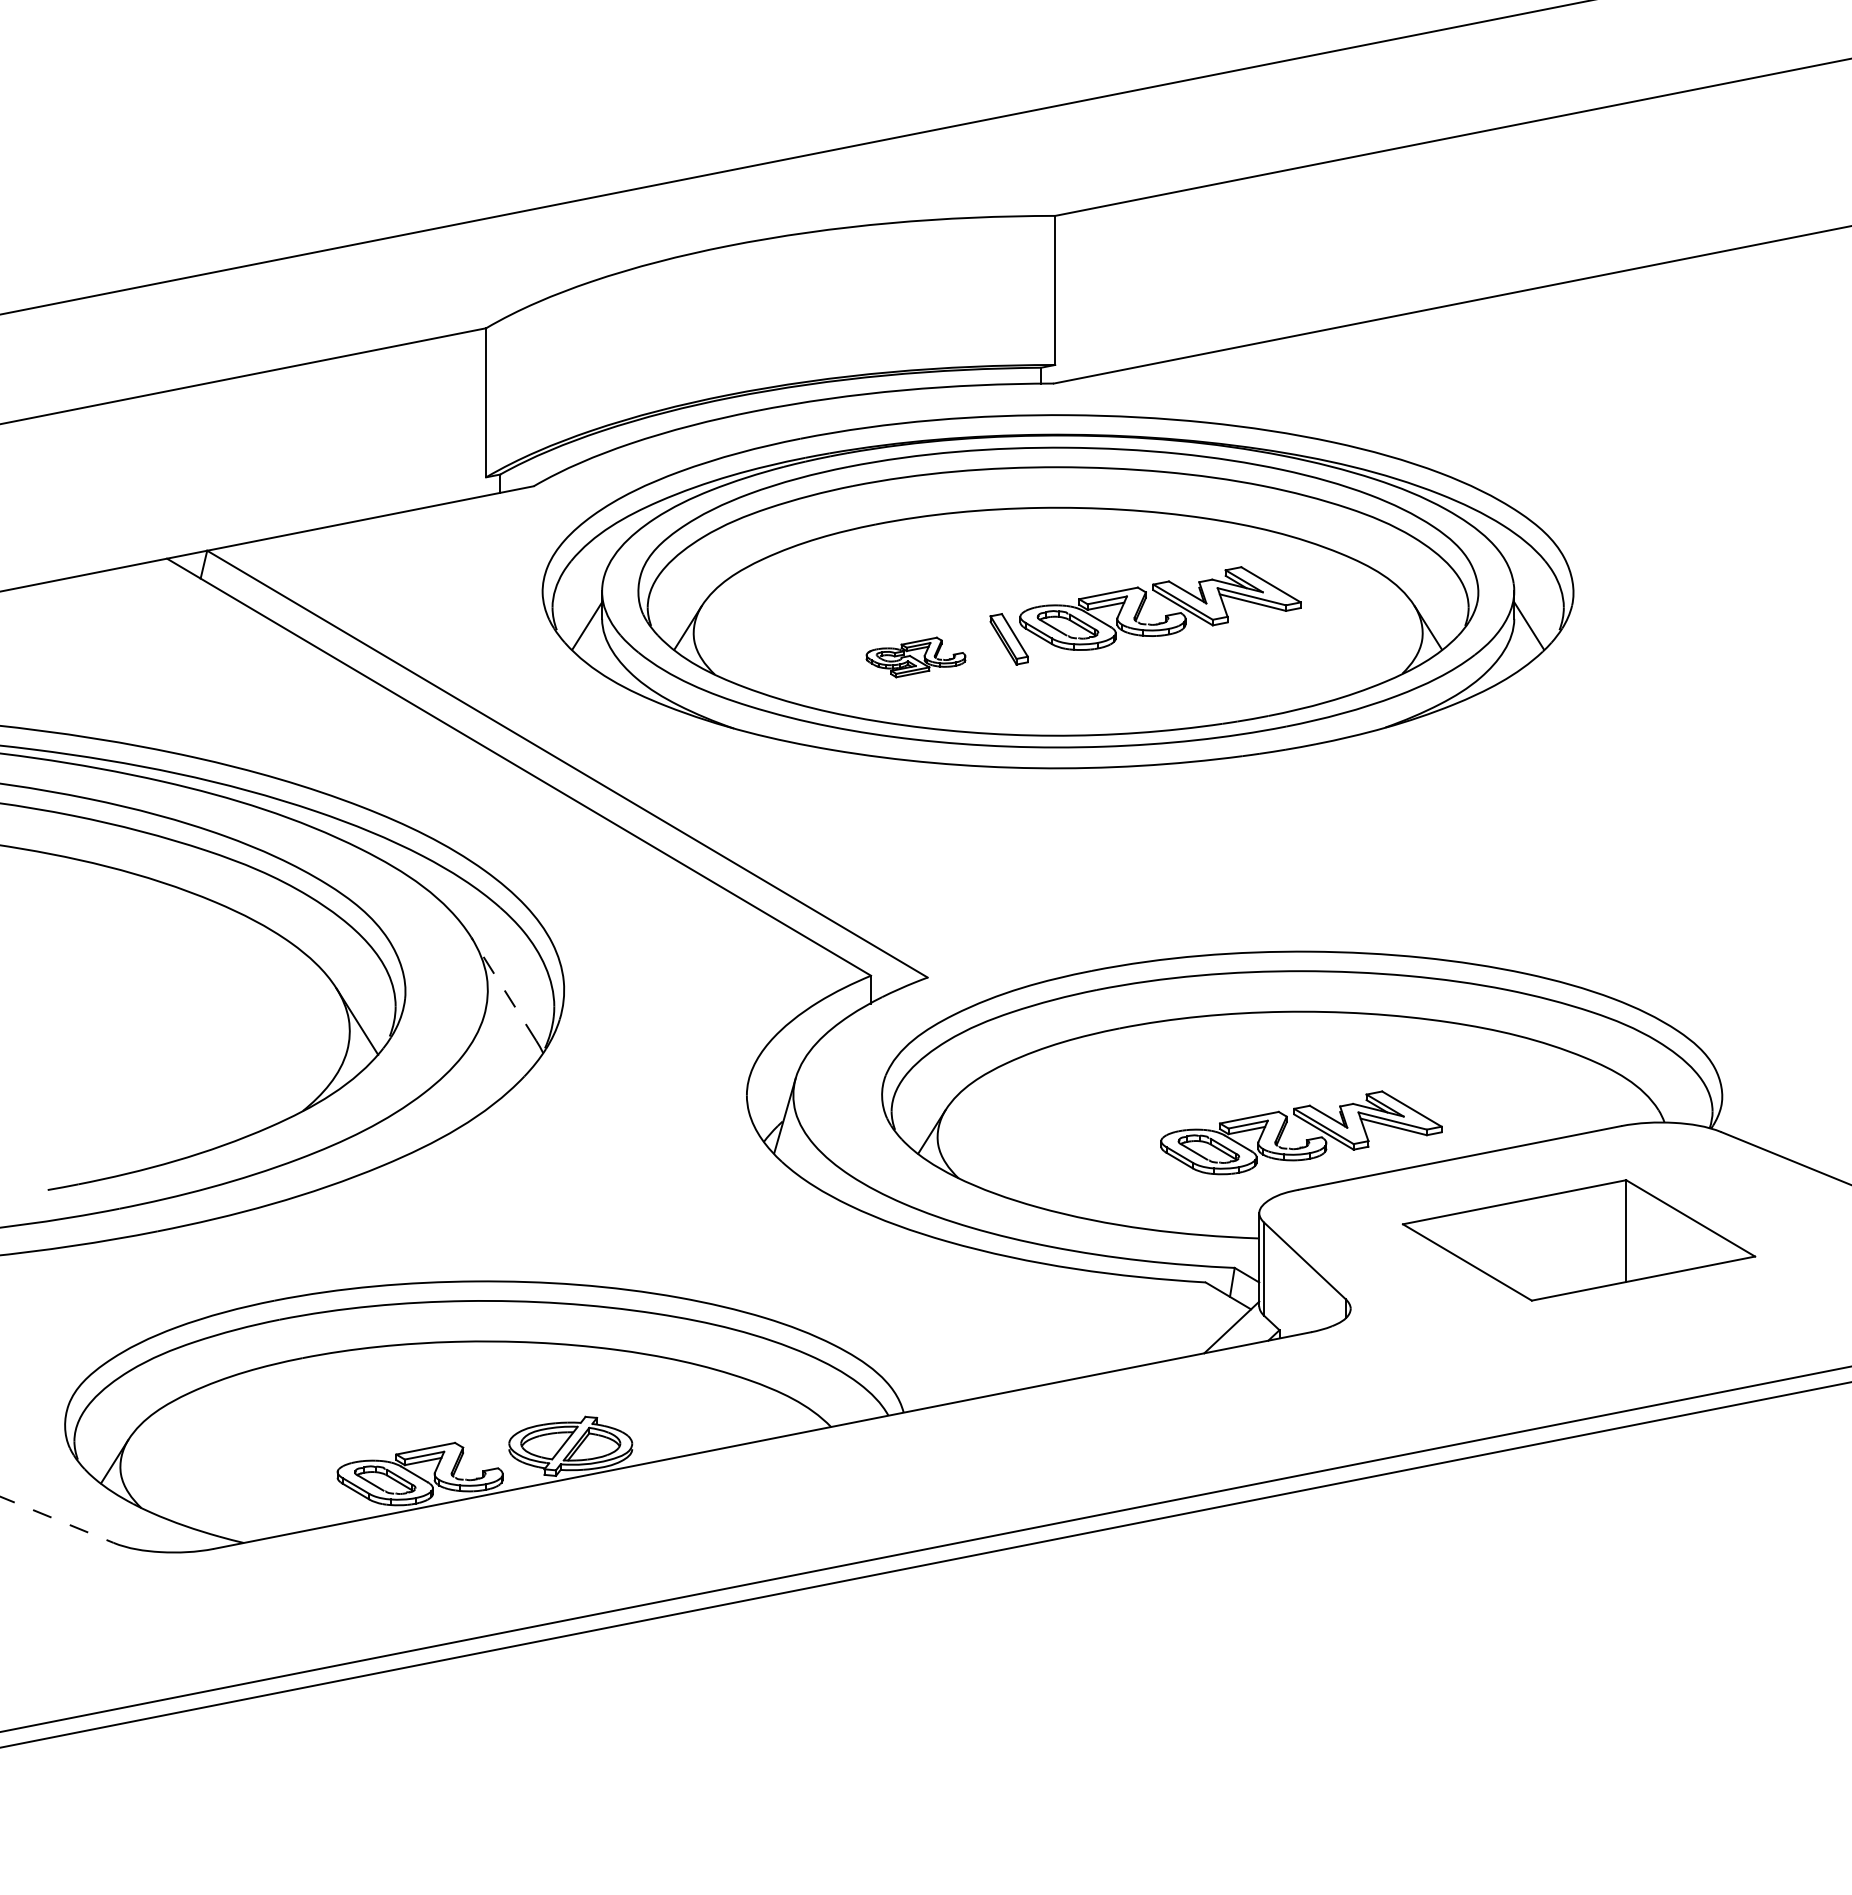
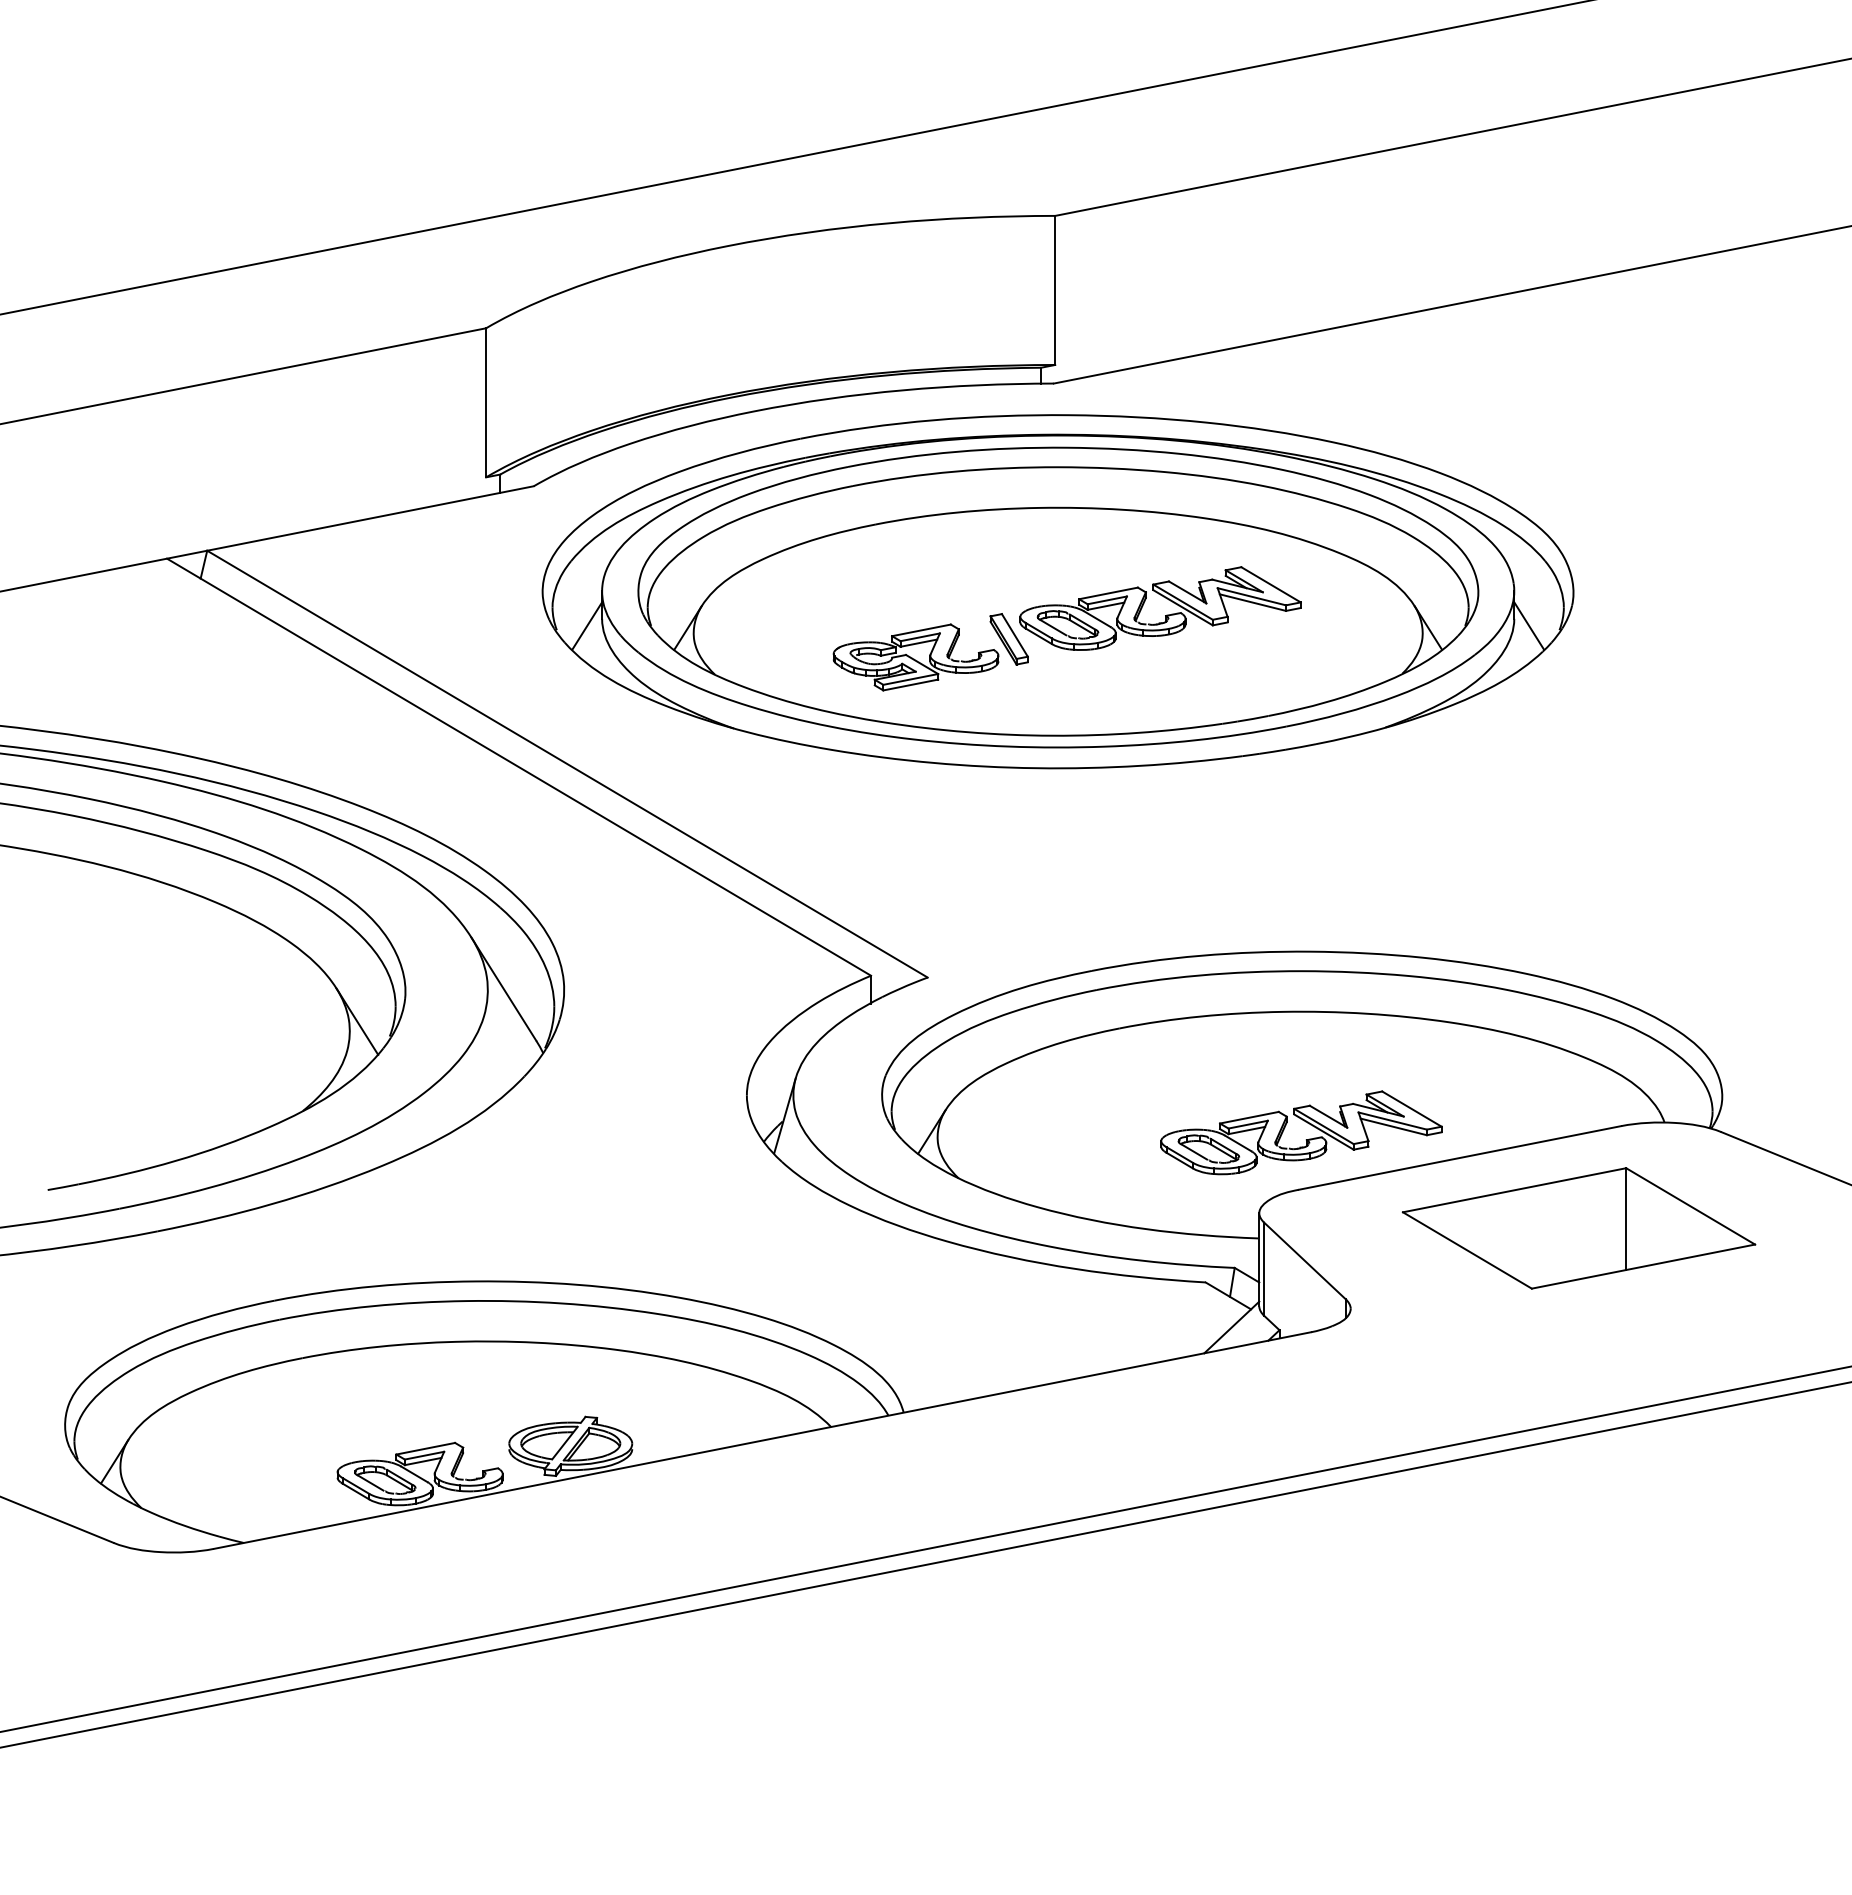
part at (915, 657) size: 102x43 px -> 168x69 px
line at (503, 988): dashed -> solid
part at (1578, 1240) position: (1578, 1240) -> (1578, 1228)
line at (57, 1519): dashed -> solid
